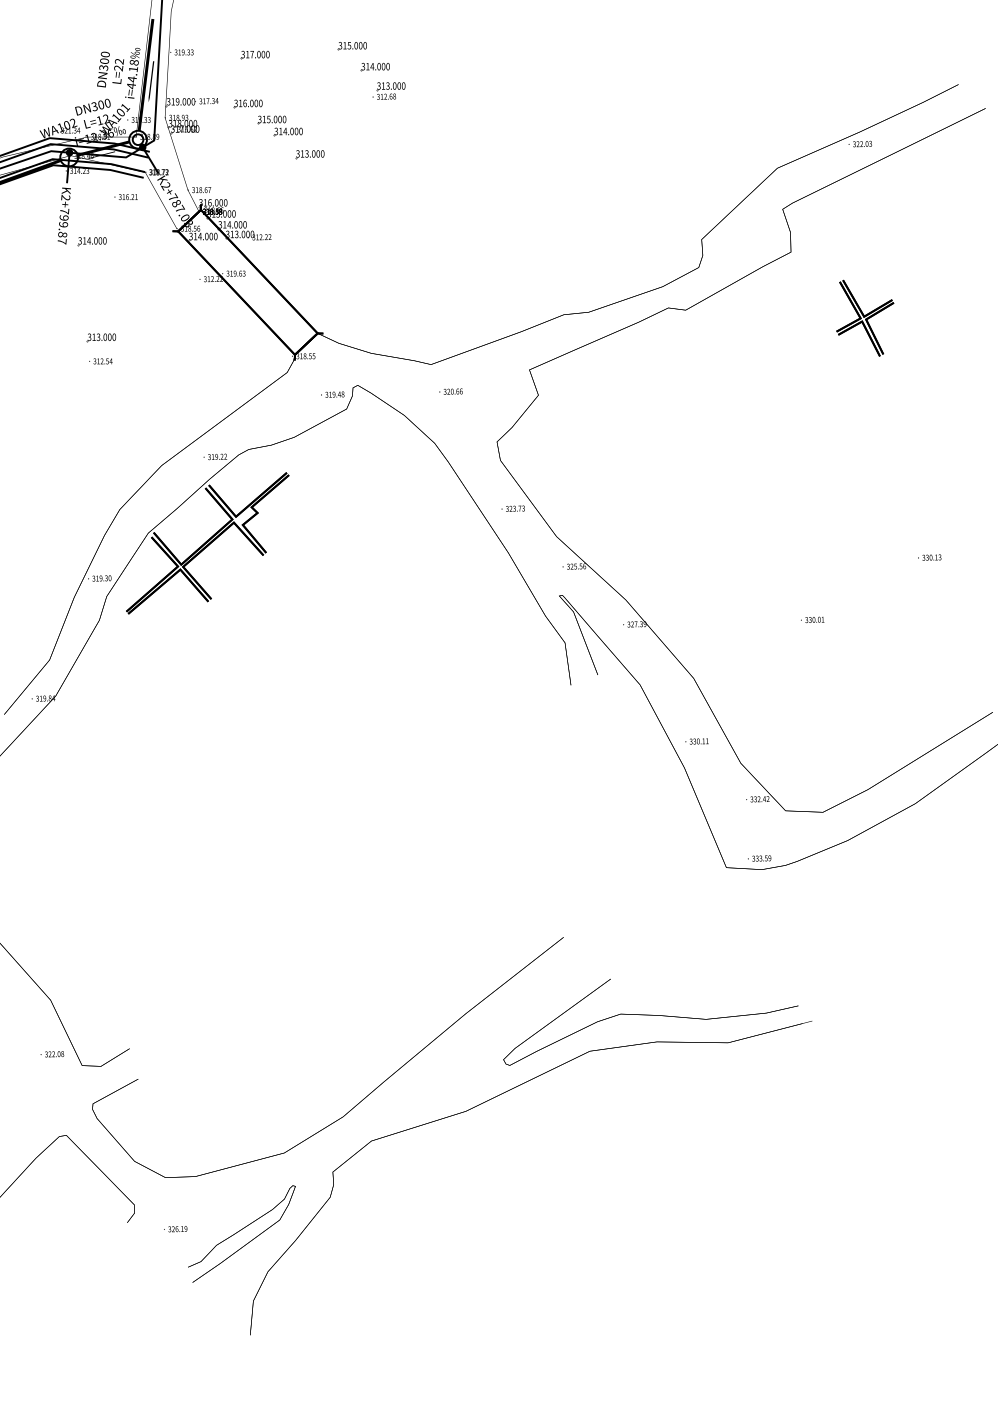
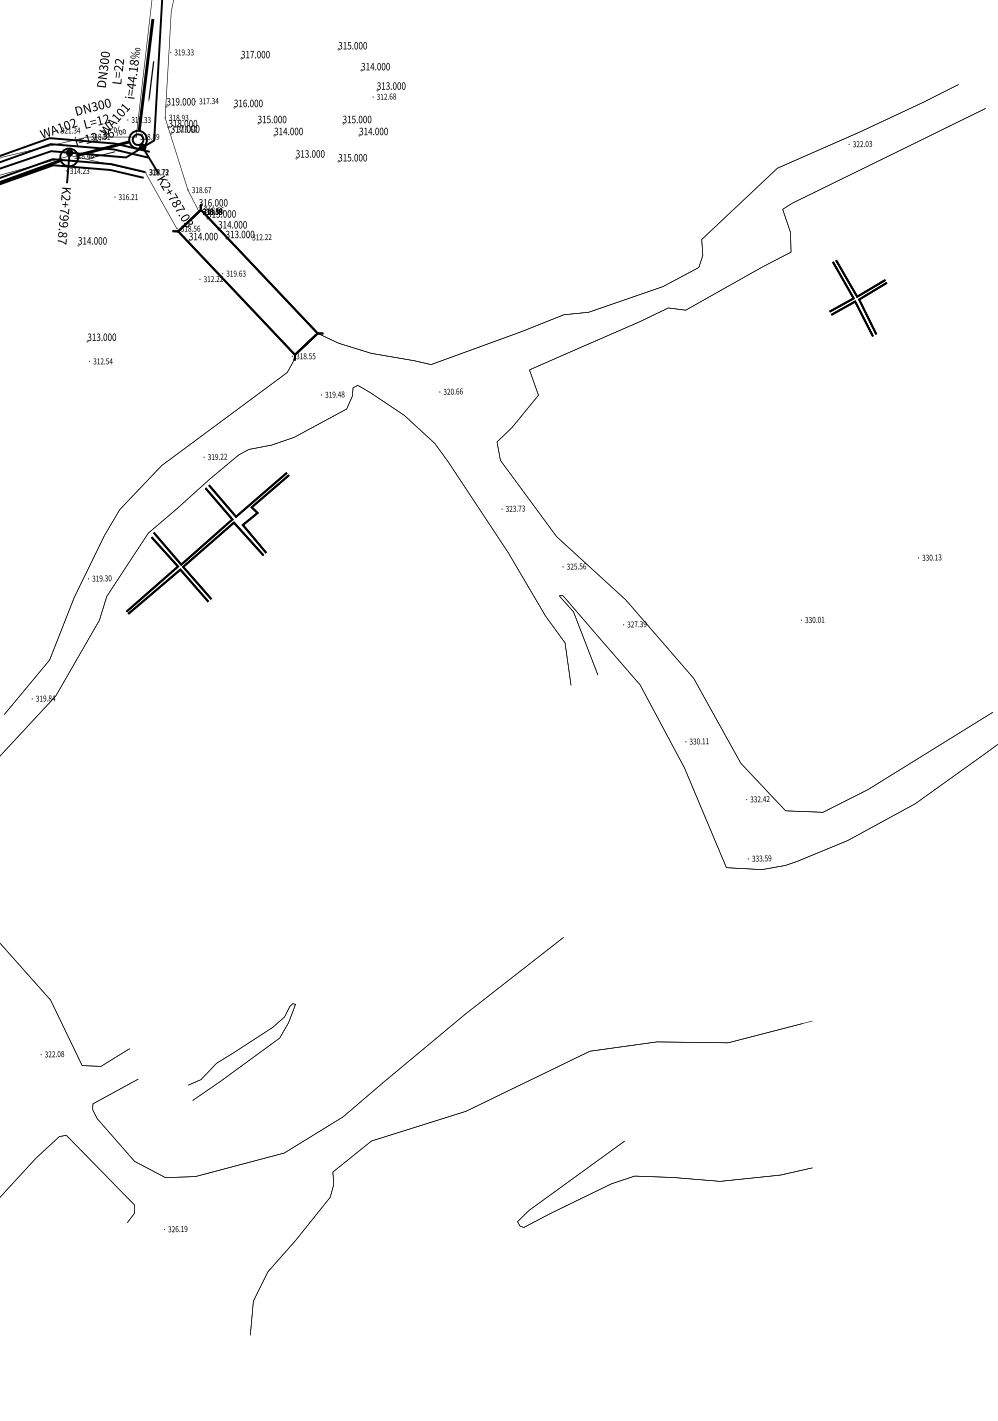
part at (364, 125): none -> present
part at (351, 158): none -> present
part at (865, 317) position: (865, 317) -> (858, 297)
part at (650, 1021) position: (650, 1021) -> (664, 1183)
part at (241, 1233) position: (241, 1233) -> (241, 1051)
